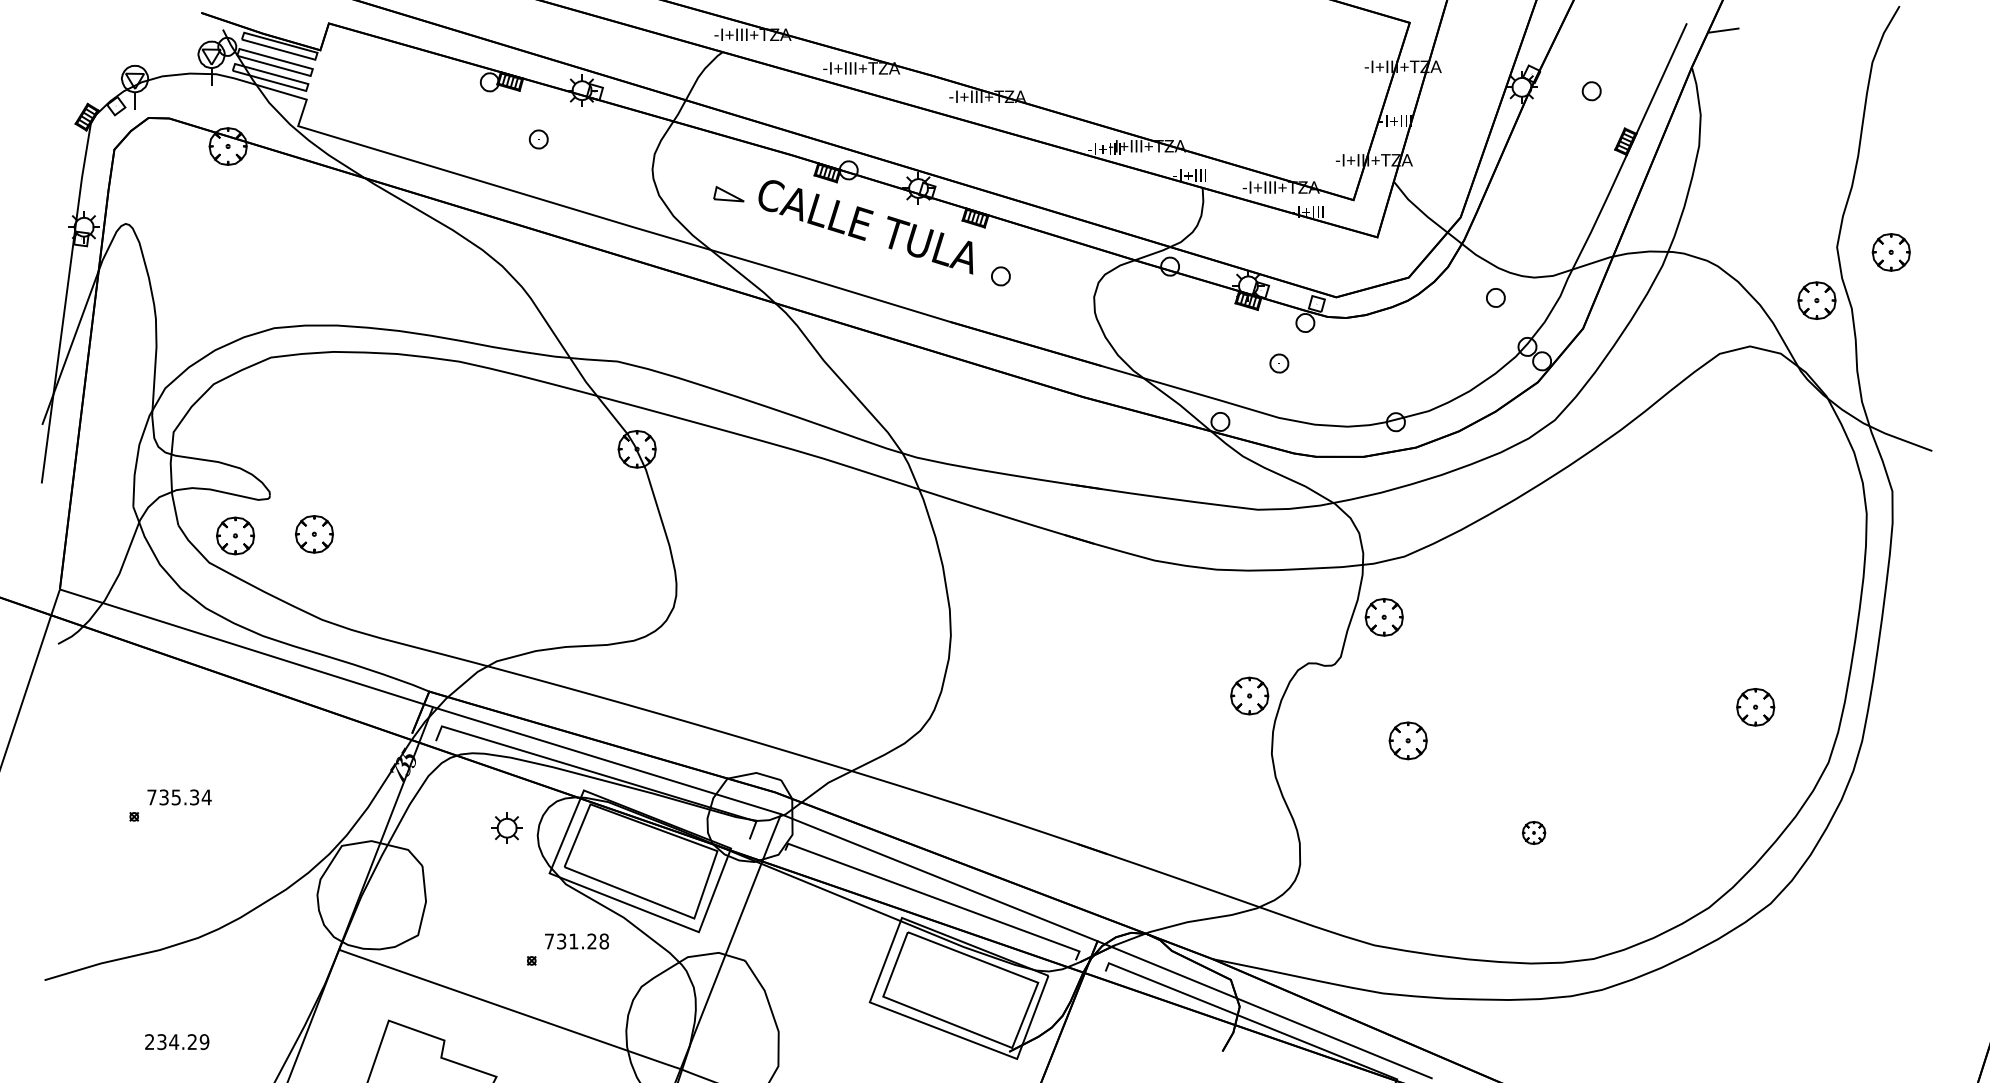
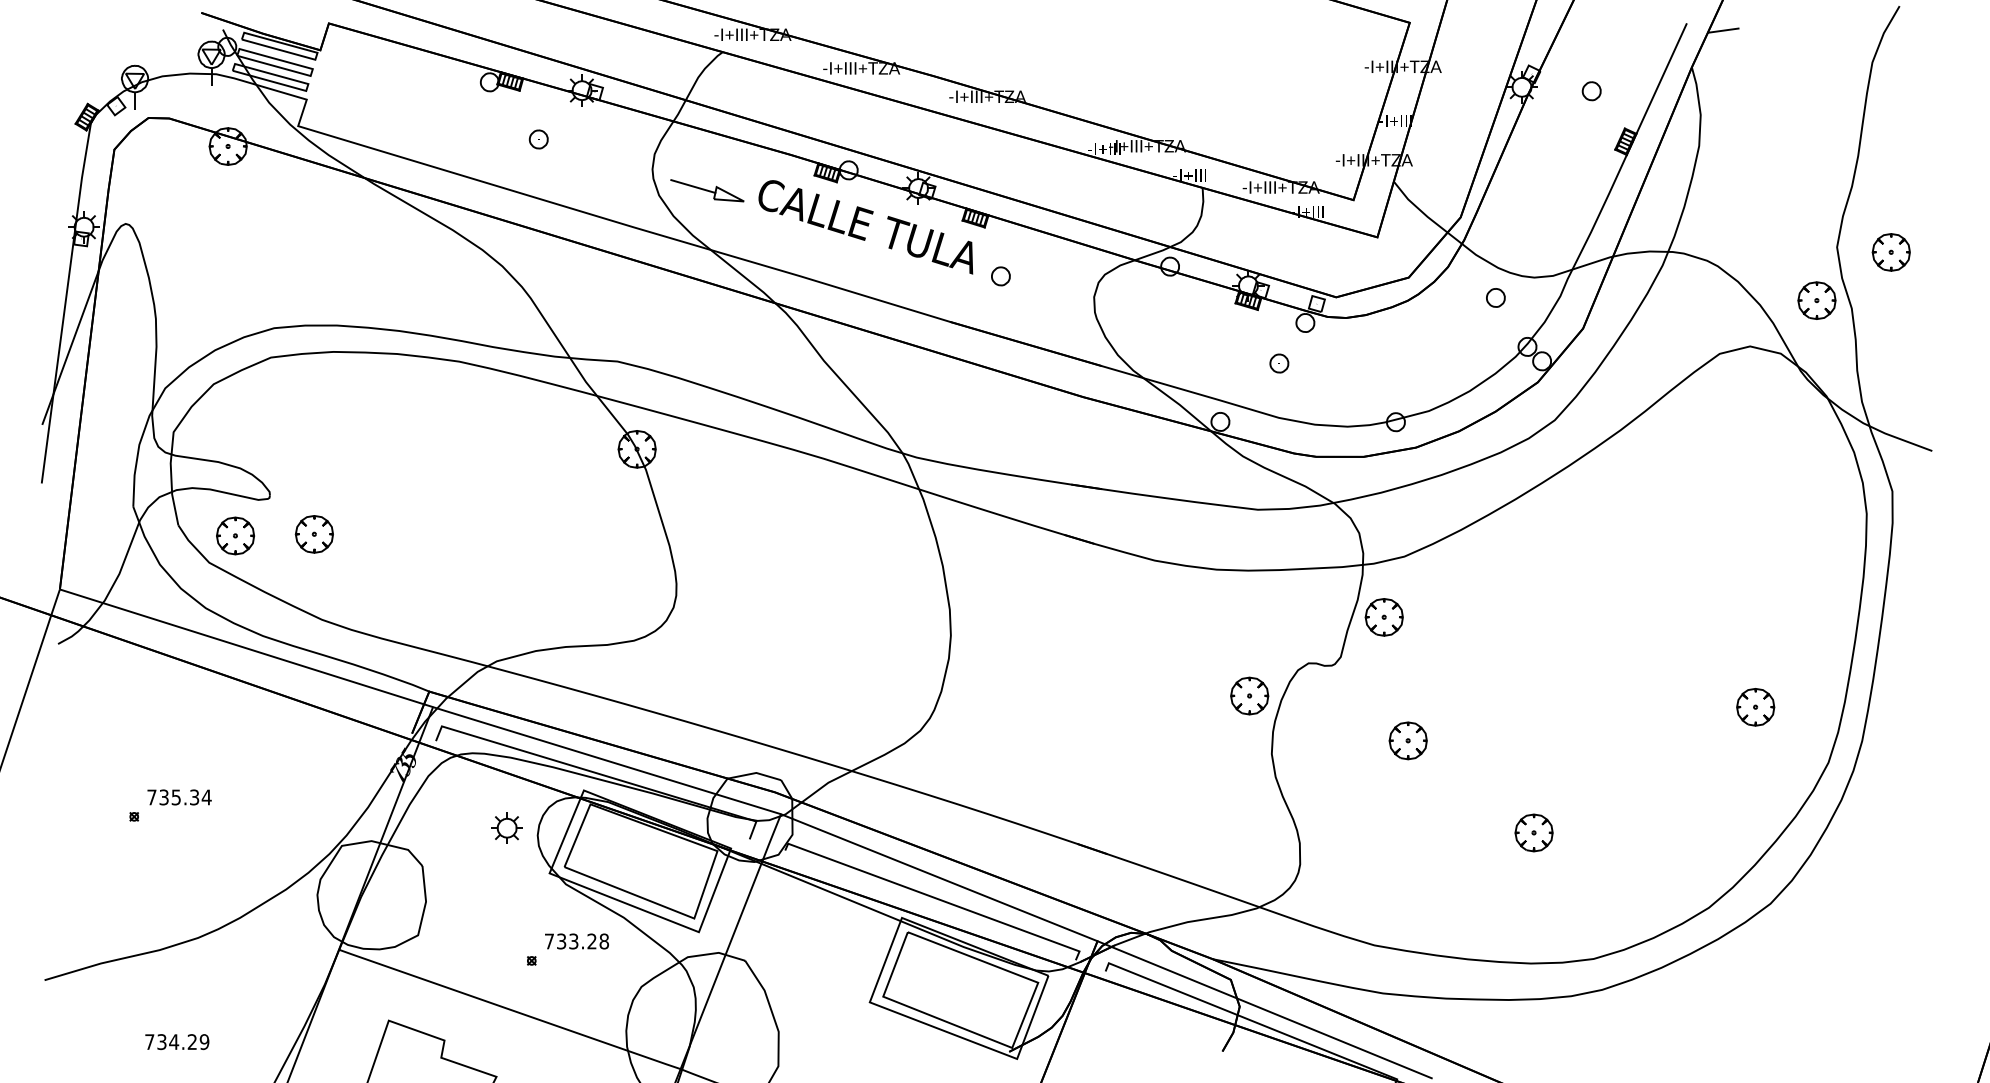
line at (693, 186): none -> present
part at (1534, 832) size: 25x24 px -> 40x40 px
text at (573, 941): 731.28 -> 733.28
text at (149, 1041): 234.29 -> 734.29
